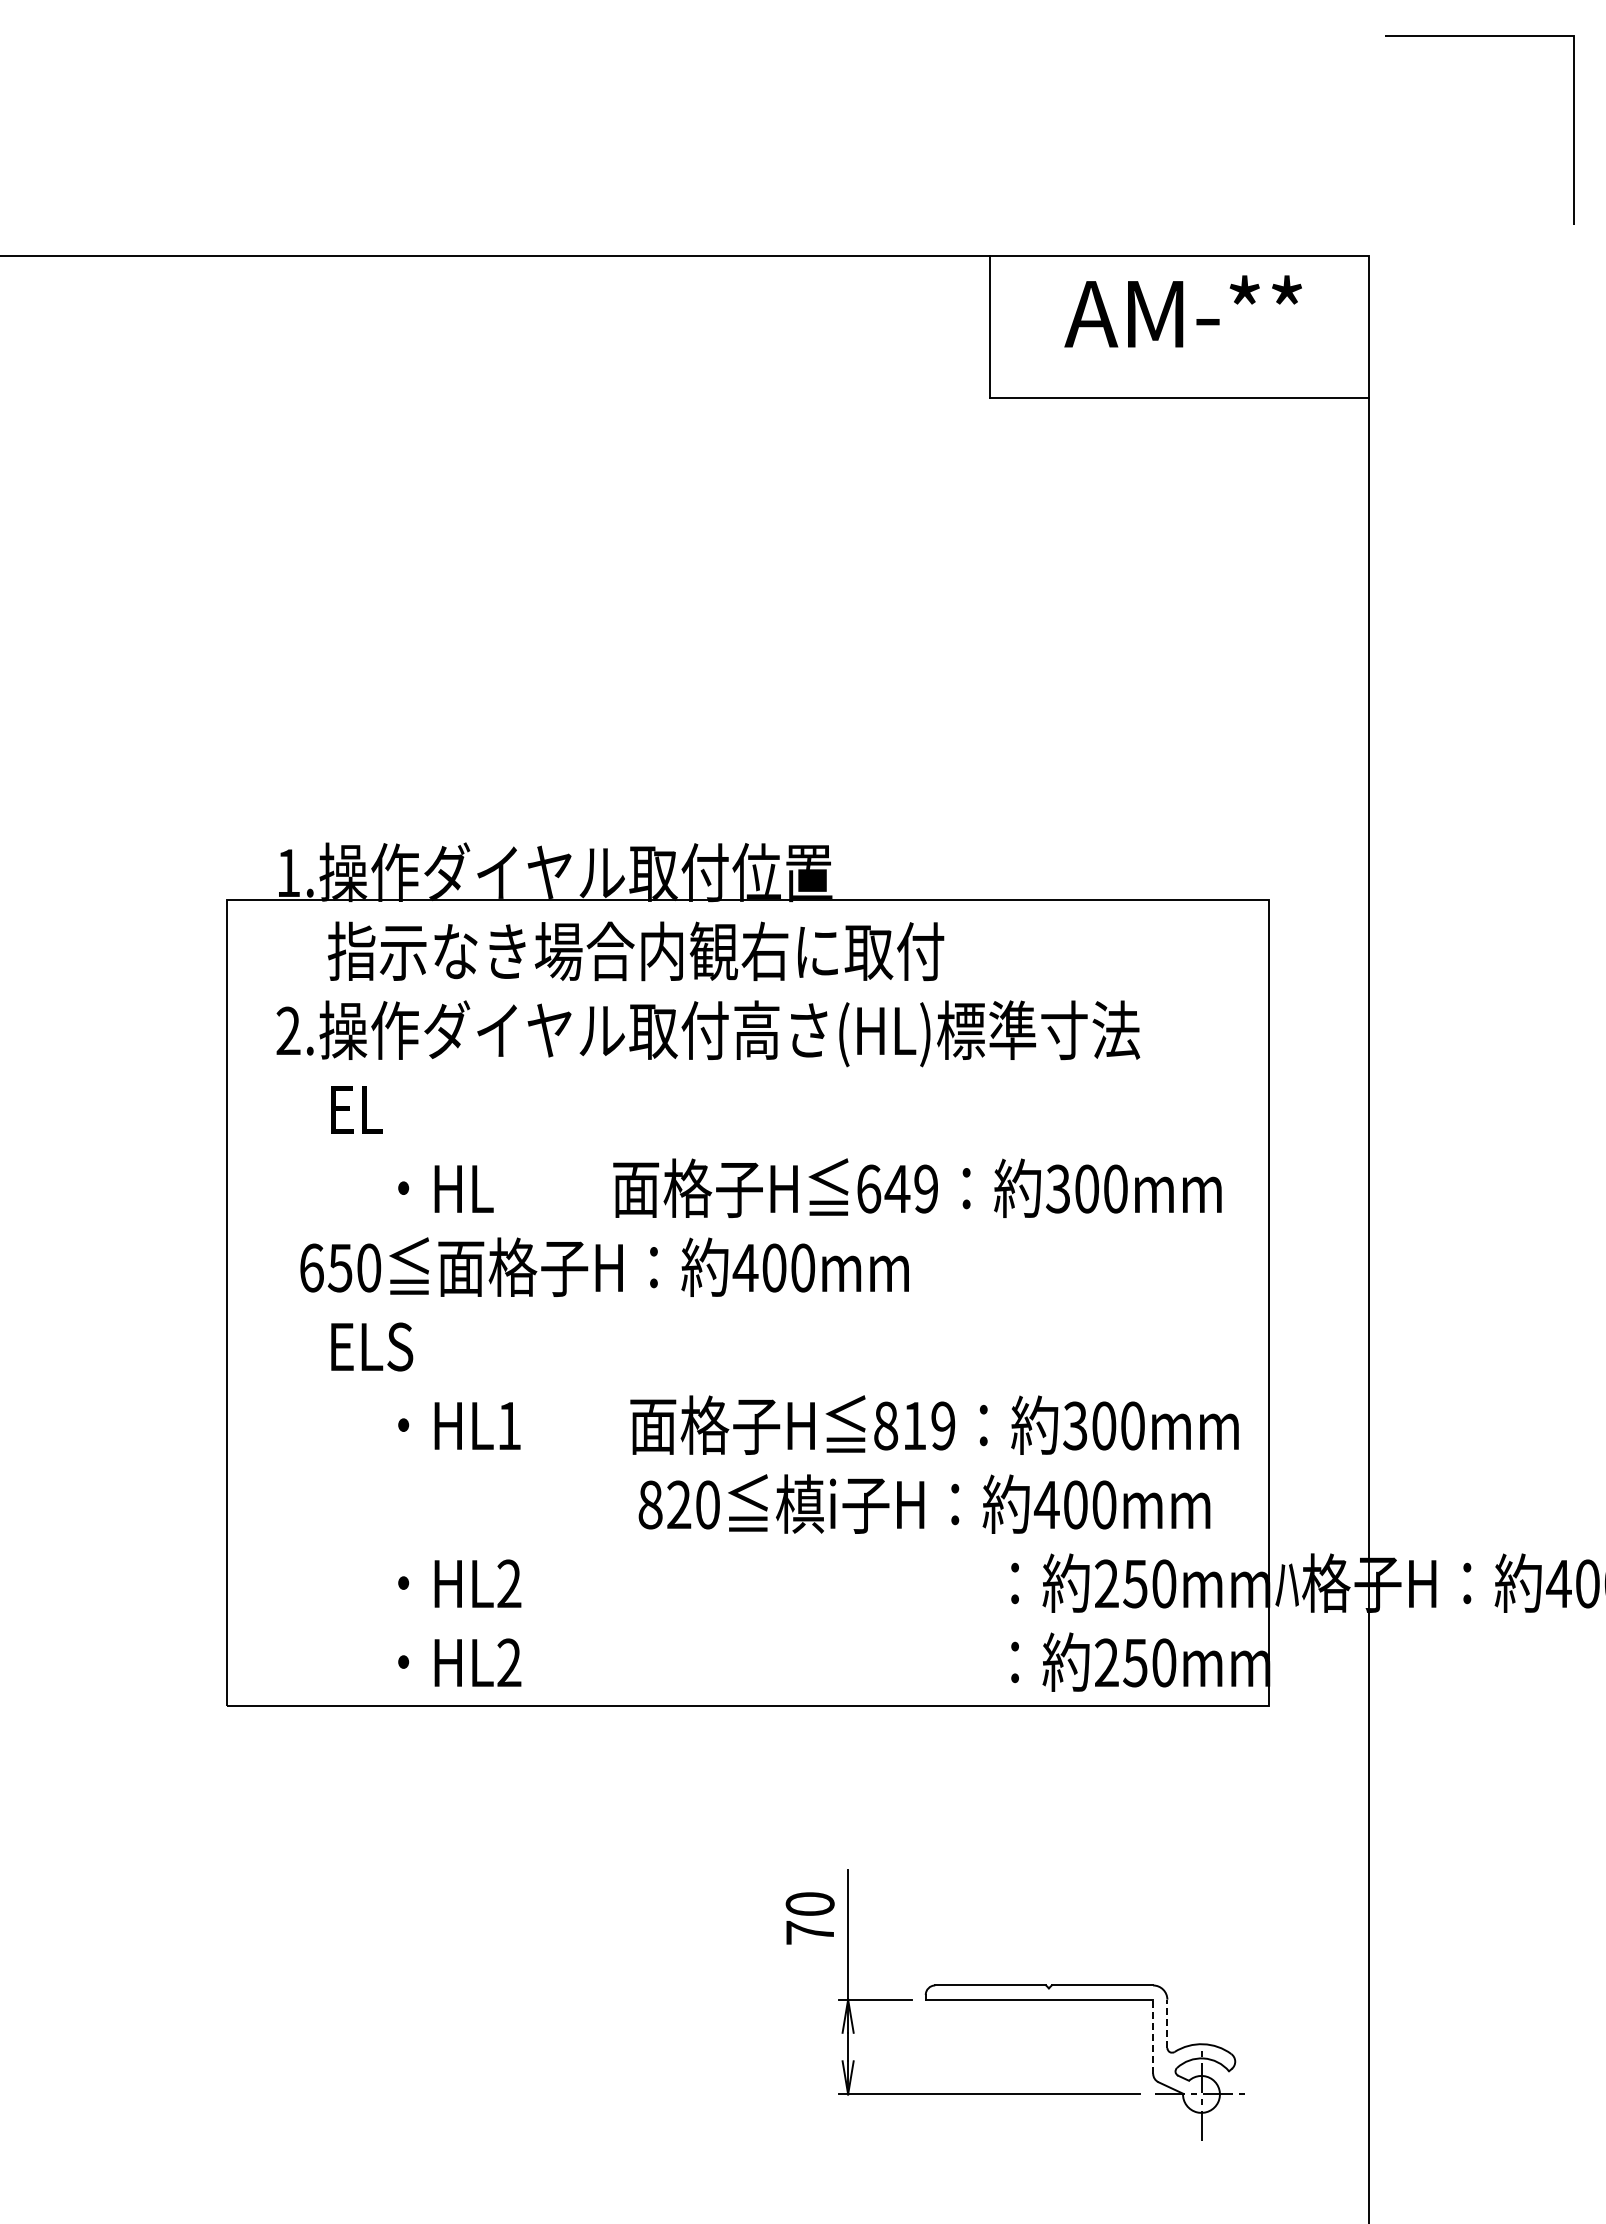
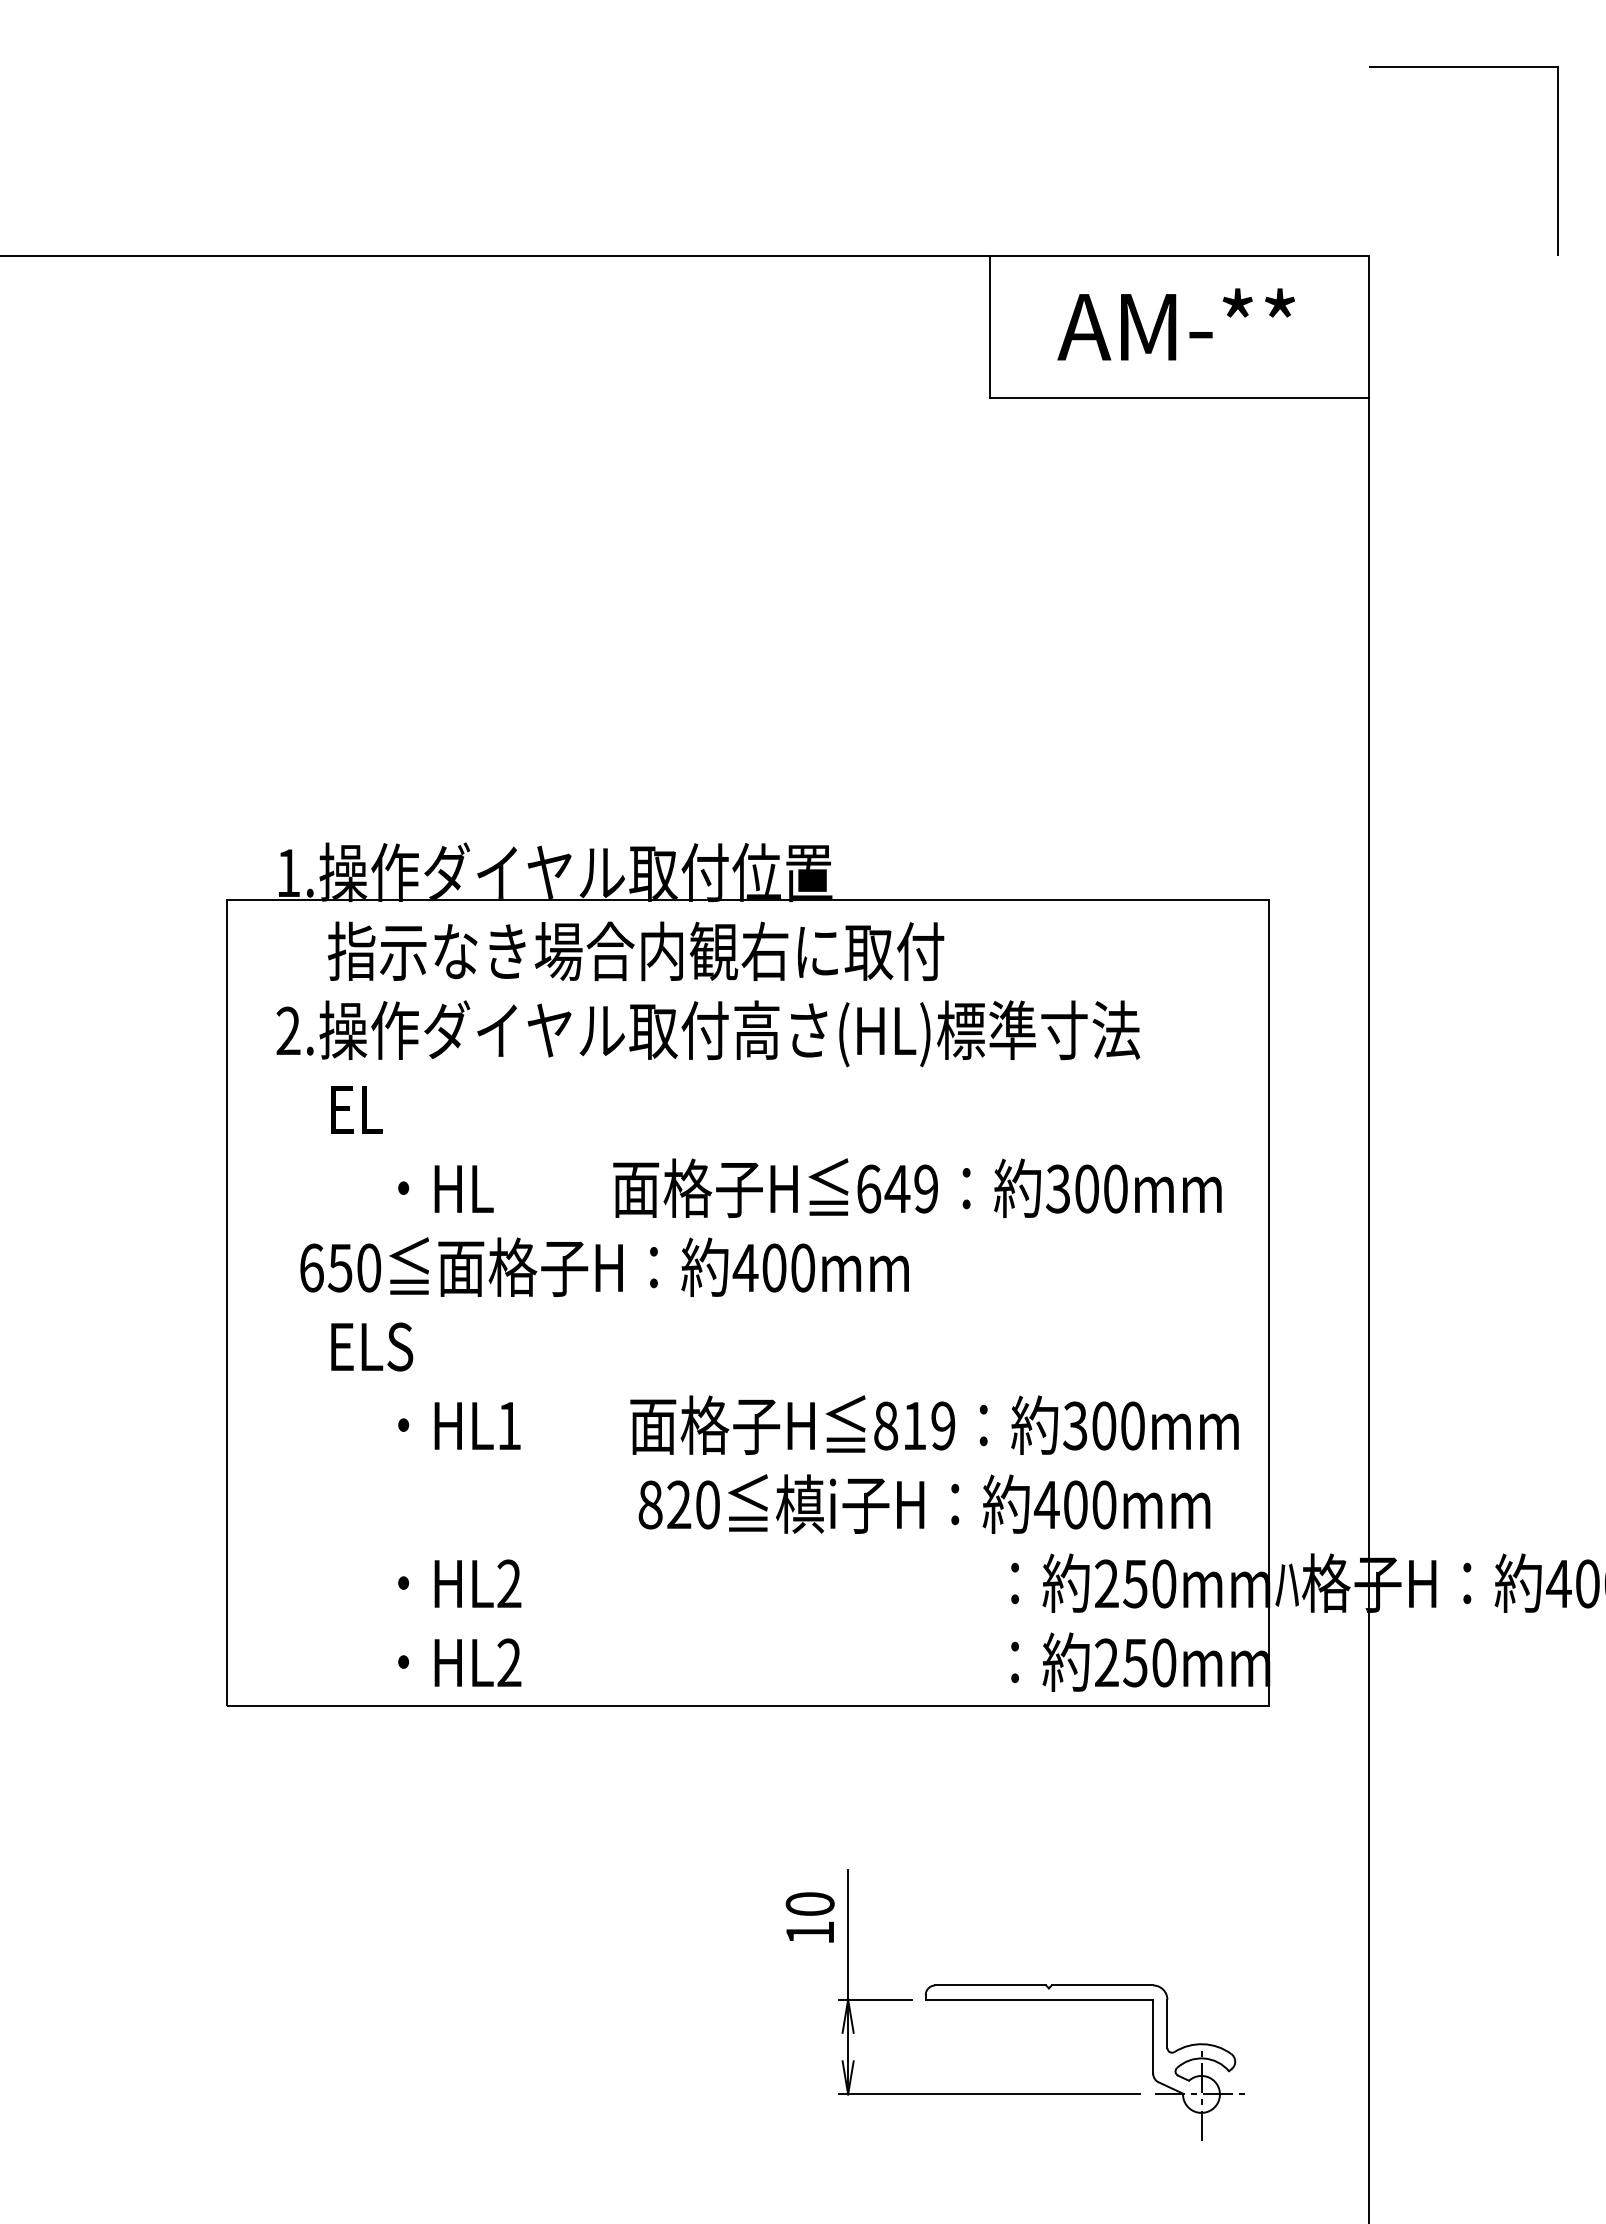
line at (1479, 36) position: (1479, 36) -> (1463, 67)
text at (1182, 311) position: (1182, 311) -> (1175, 324)
text at (809, 1932): 70 -> 10
line at (1167, 2023): dashed -> solid
line at (1153, 2036): dashed -> solid
